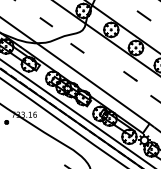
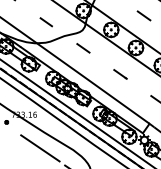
line at (77, 48) position: (77, 48) -> (83, 48)
line at (130, 76) position: (130, 76) -> (120, 74)
line at (40, 148): none -> present
